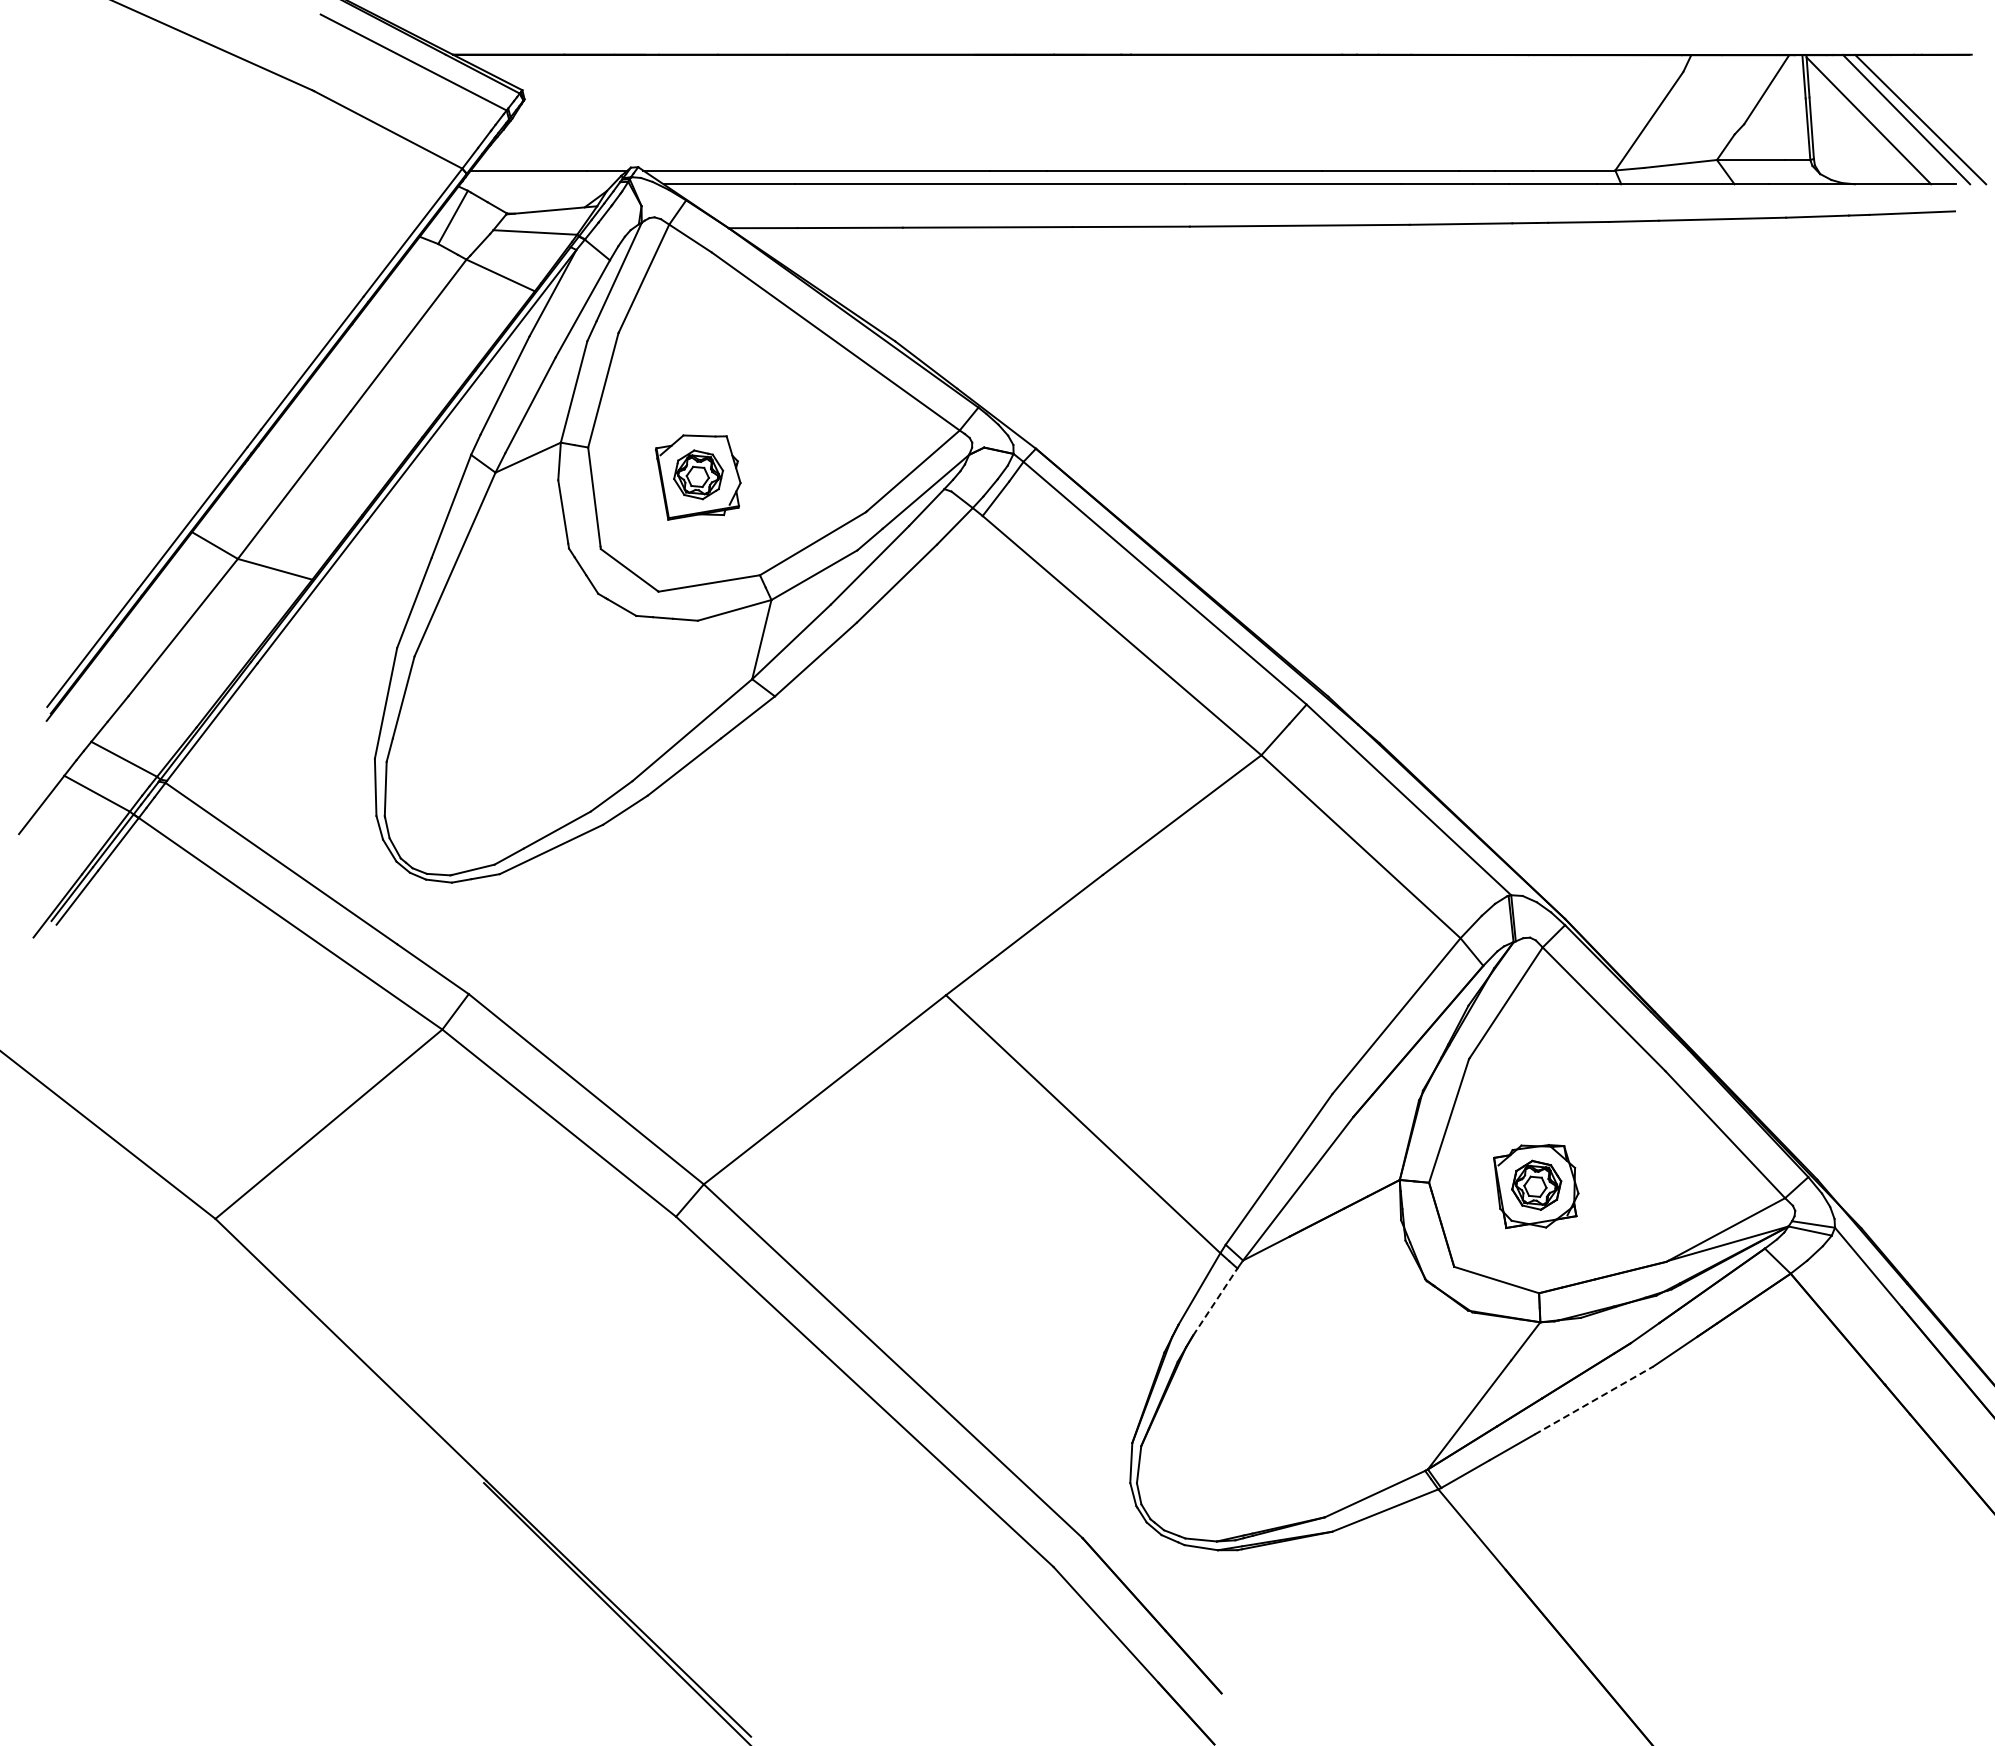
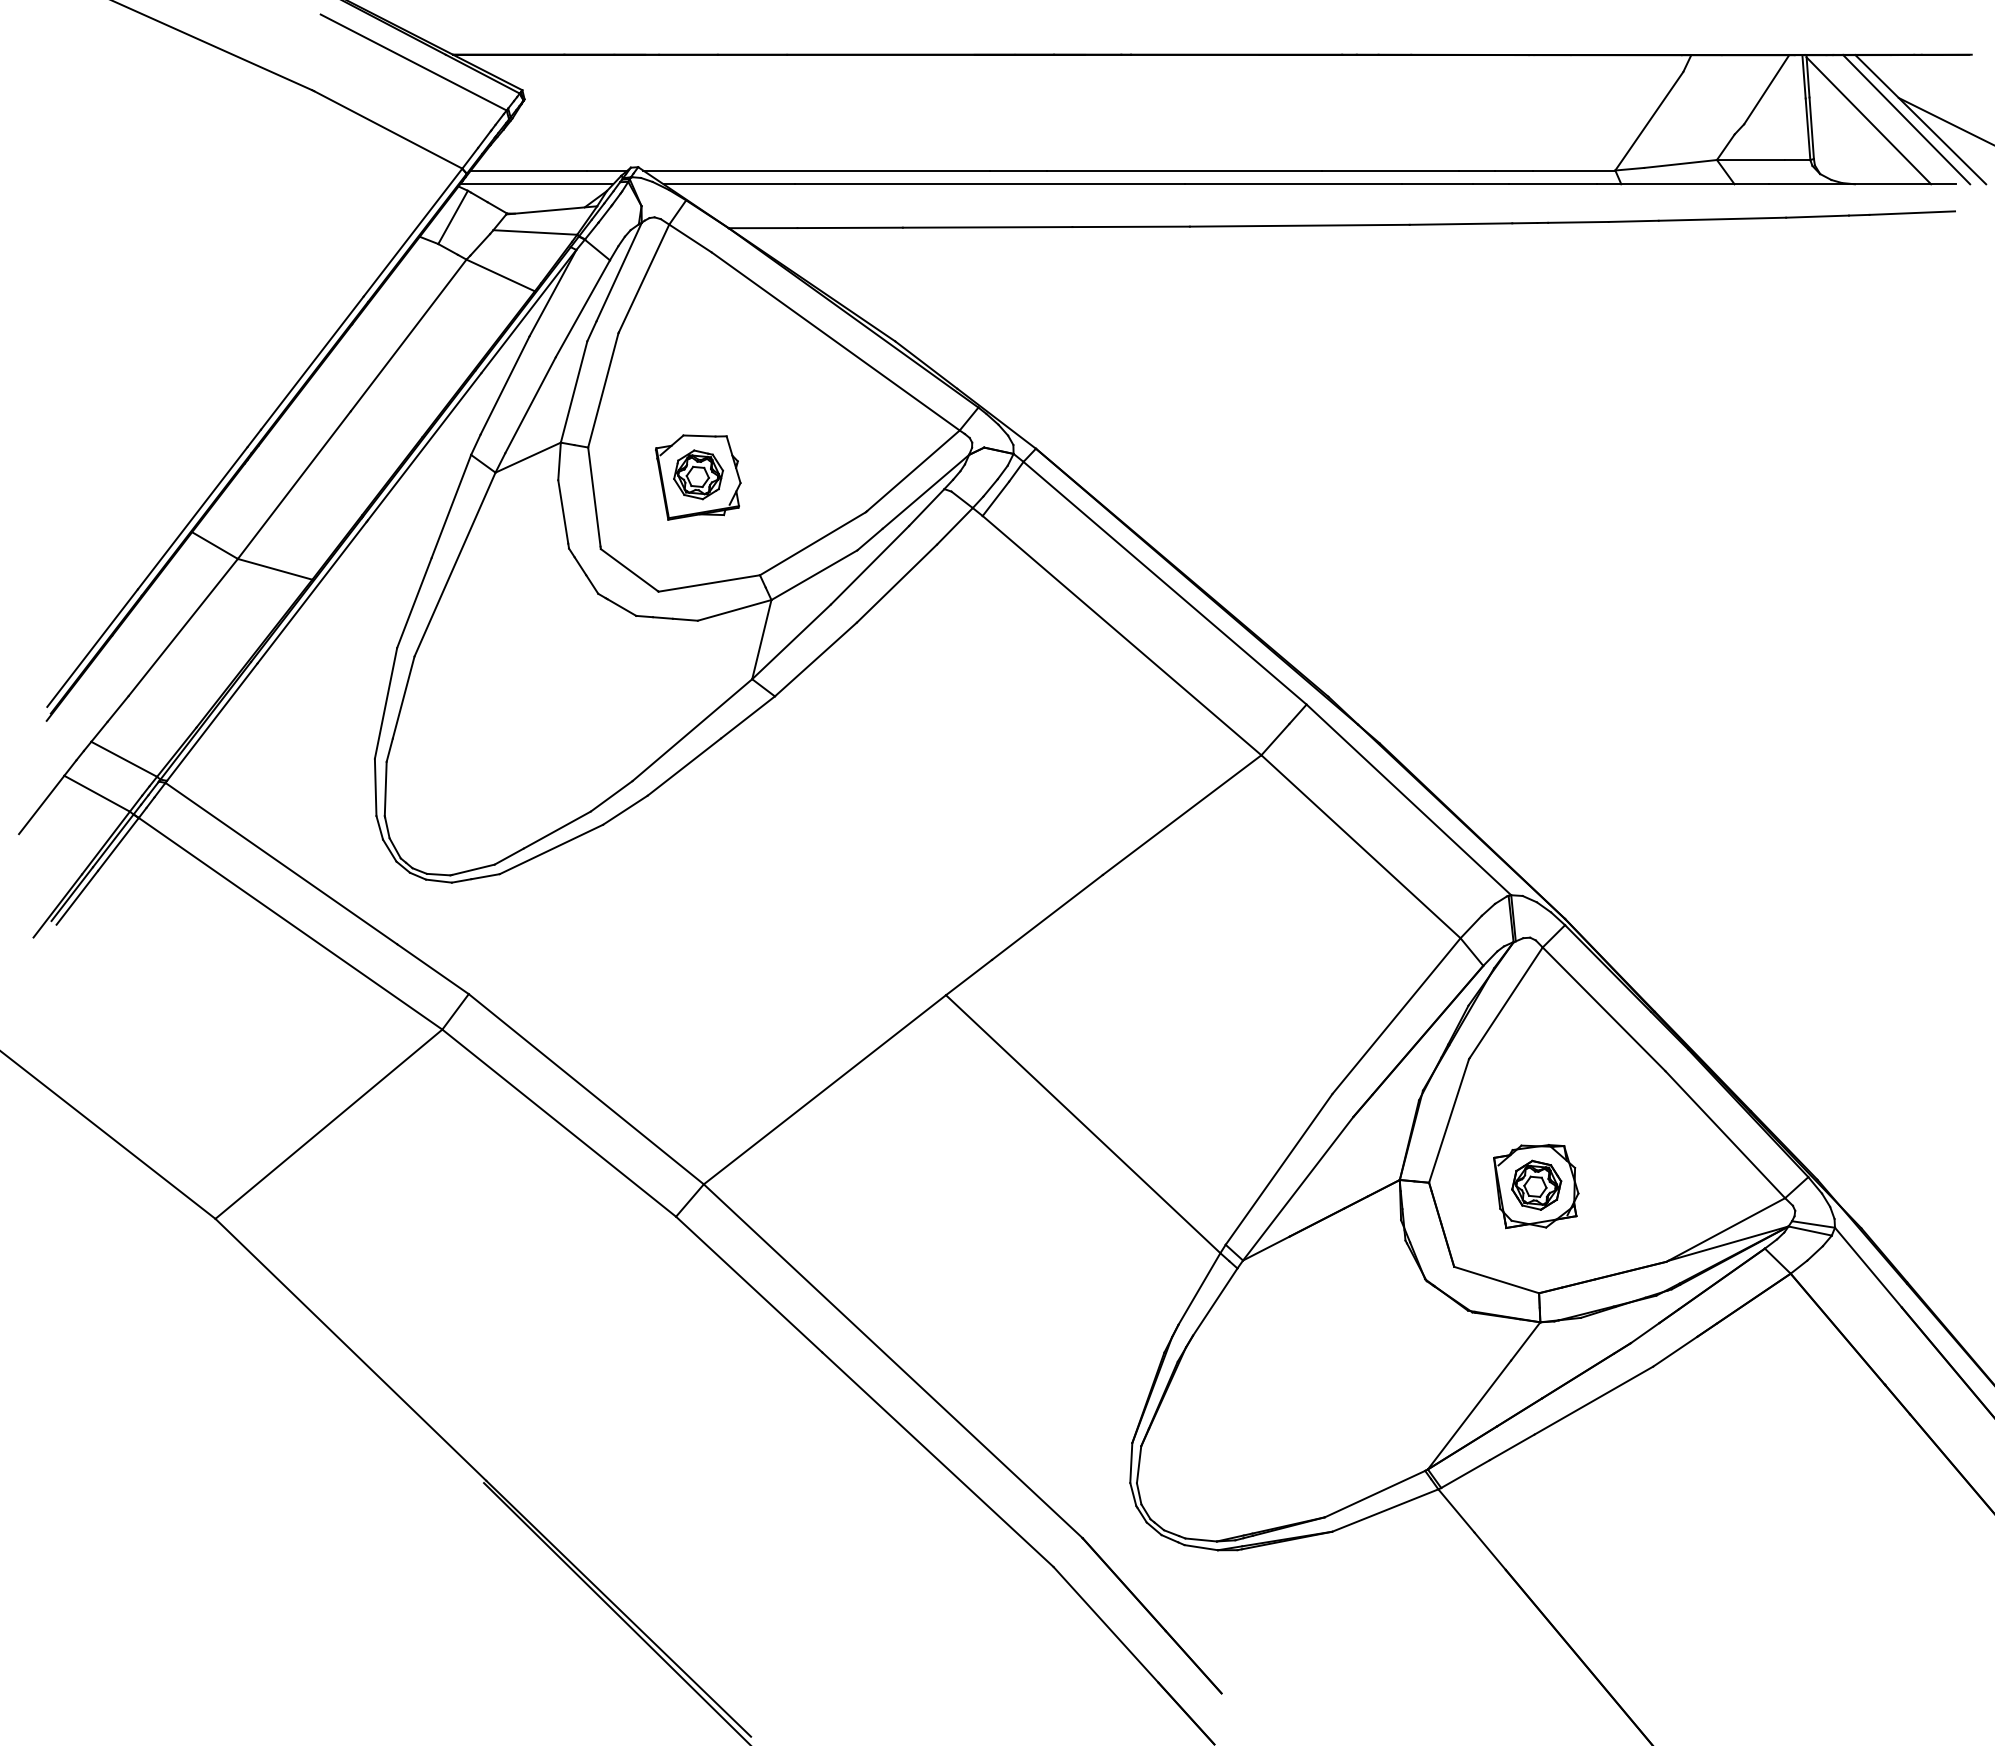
line at (1944, 120): none -> present
line at (536, 184): none -> present
line at (1215, 1301): dashed -> solid
line at (1594, 1400): dashed -> solid
